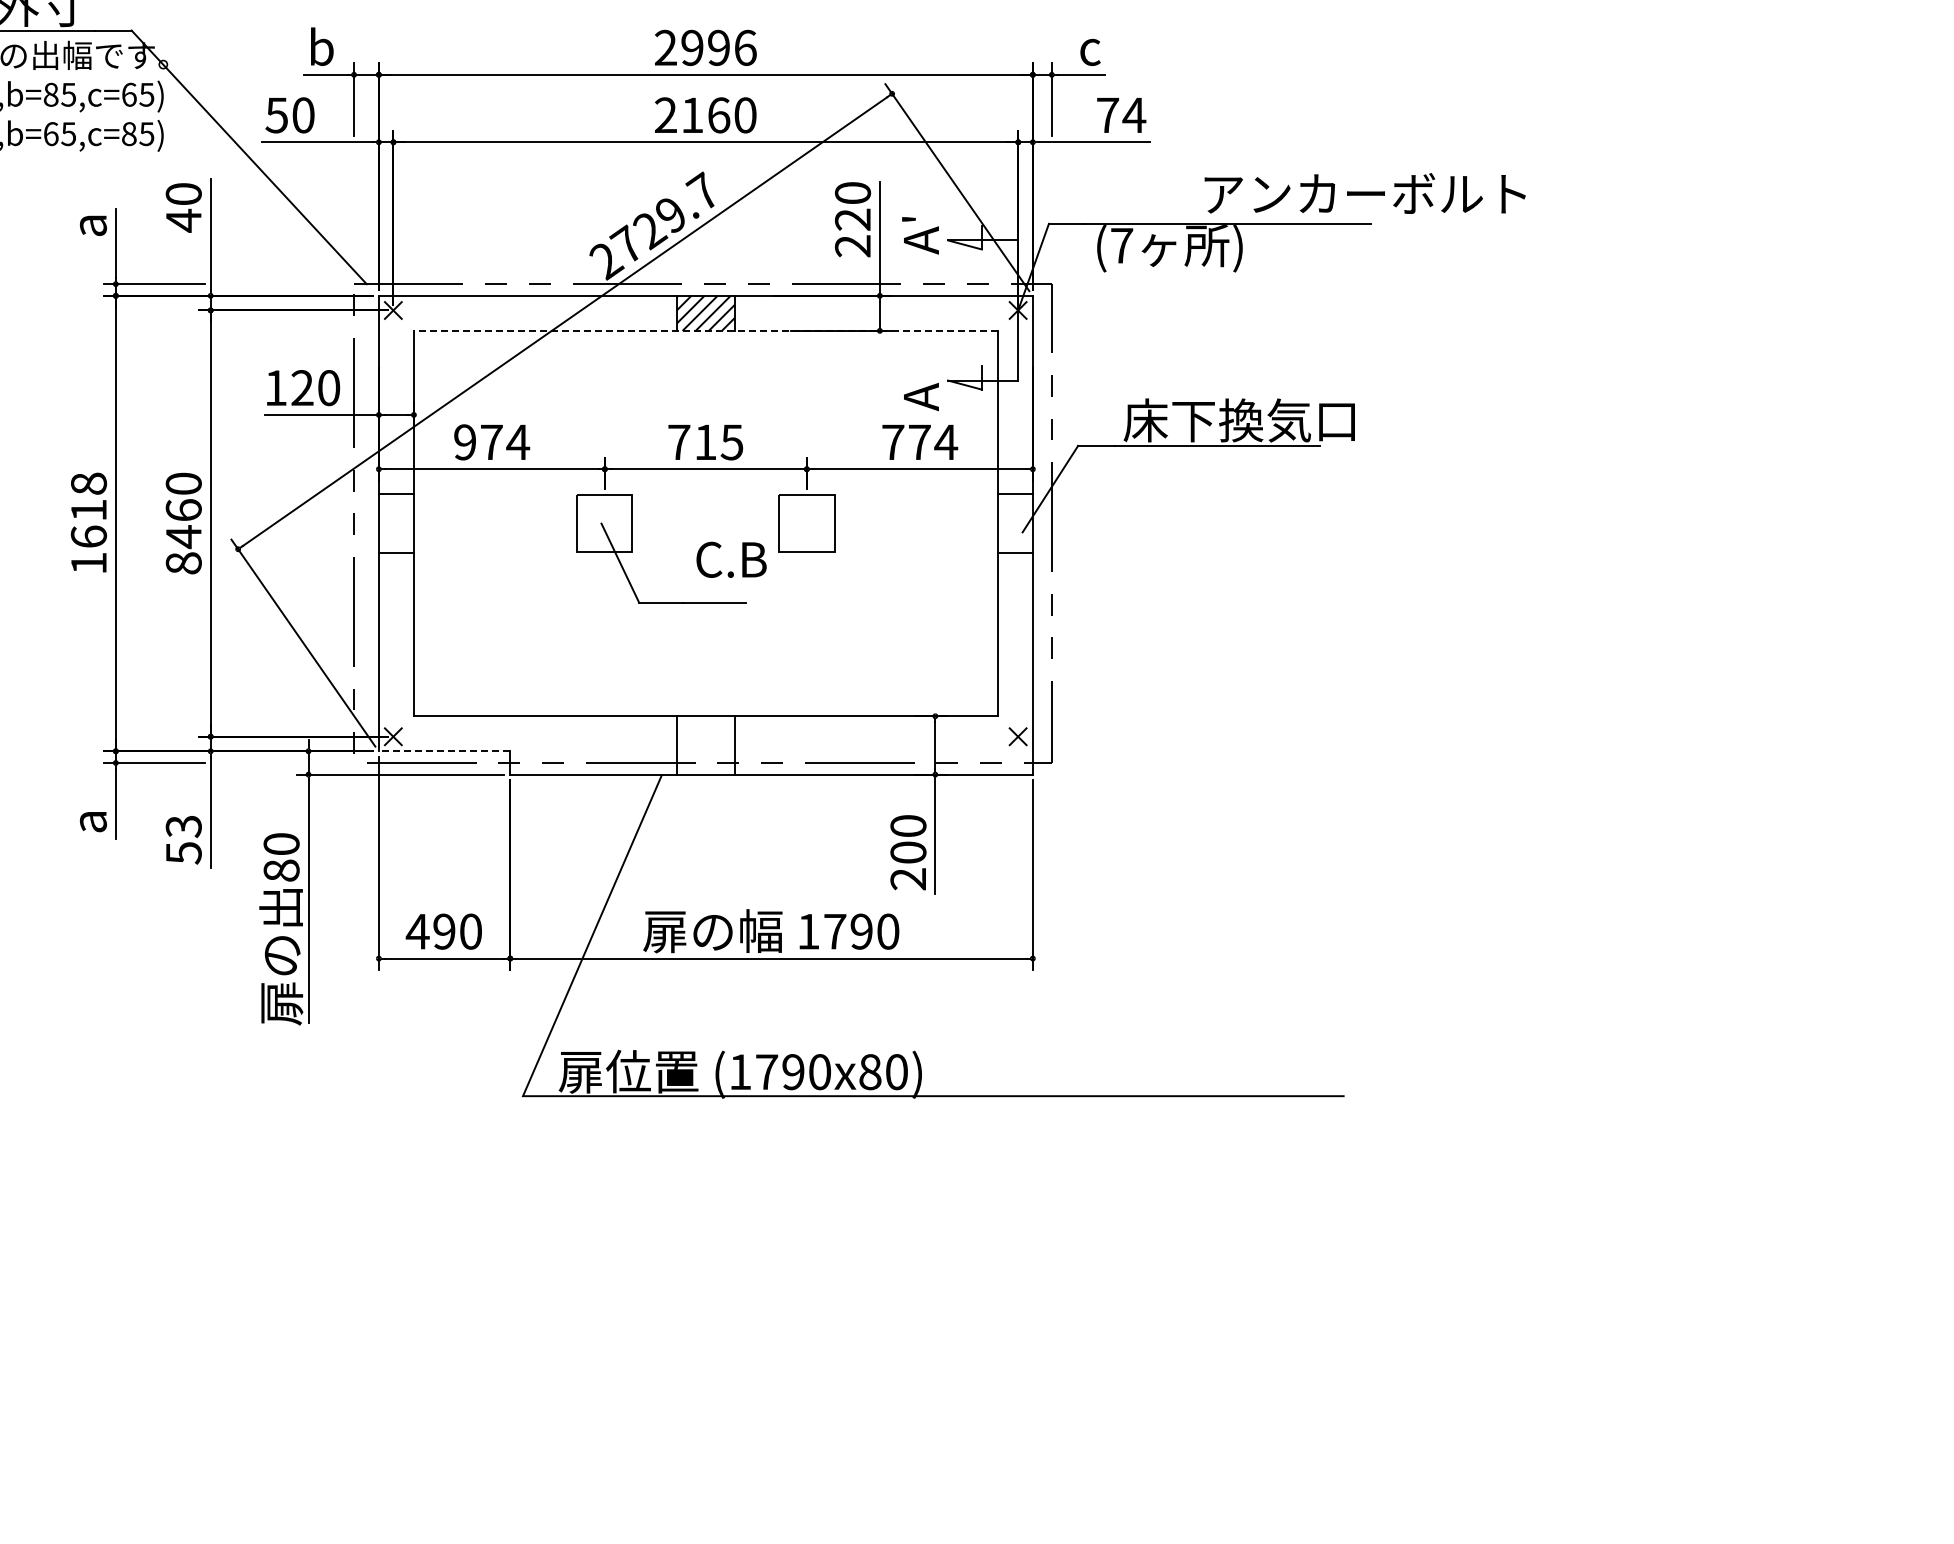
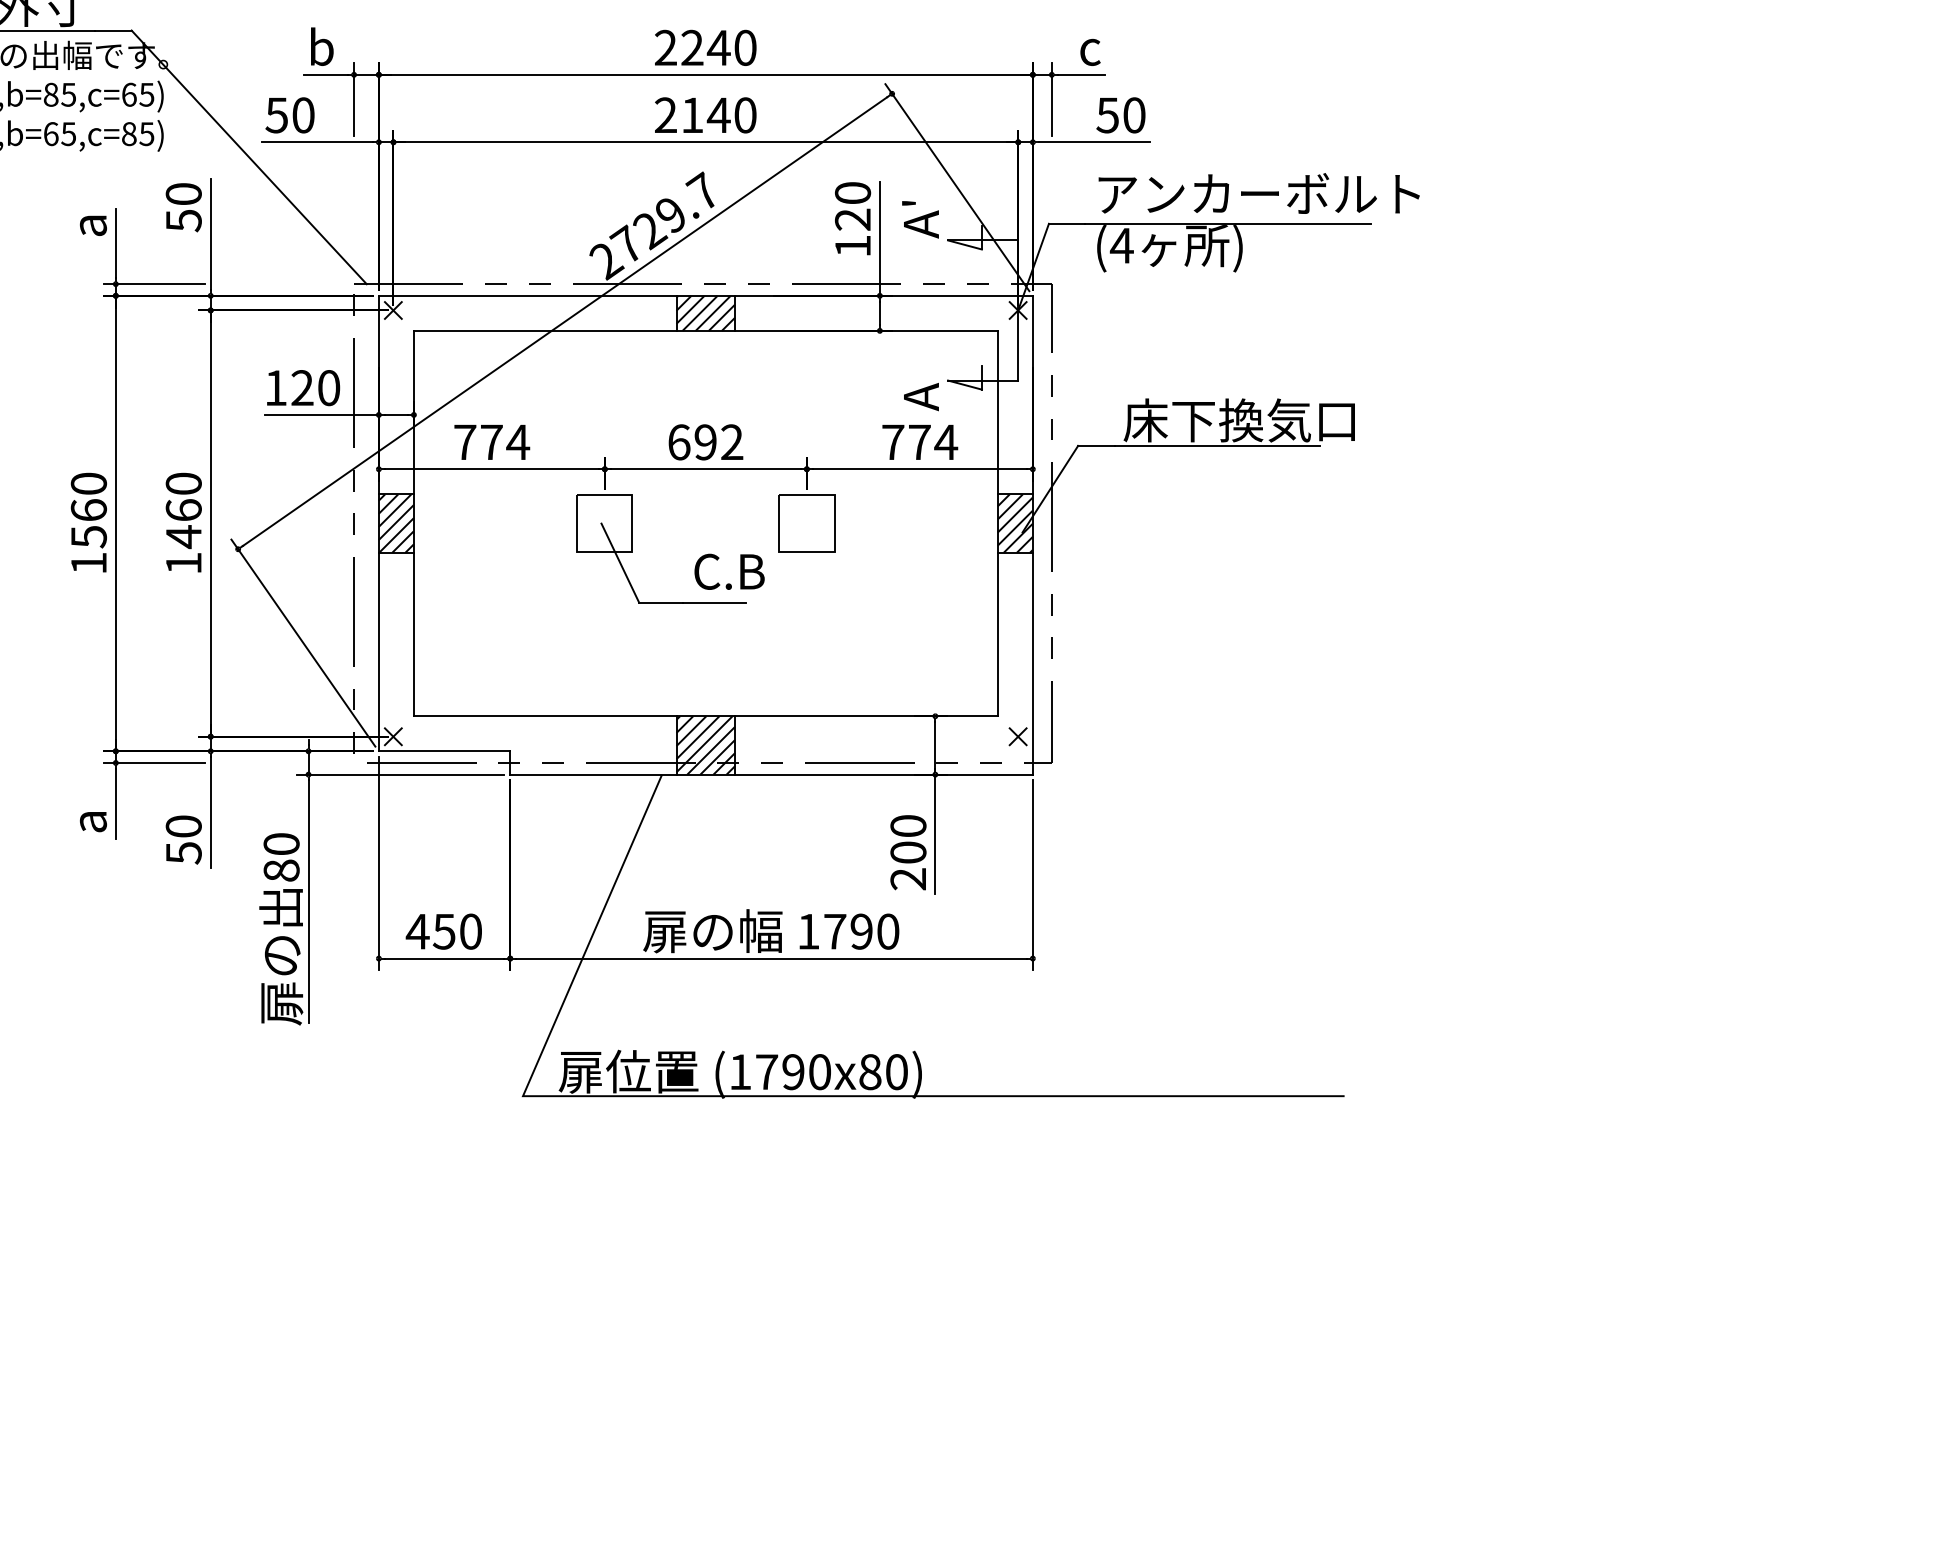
text at (718, 47): 2996 -> 2240
text at (718, 115): 2160 -> 2140
text at (1121, 115): 74 -> 50
text at (1364, 193) position: (1364, 193) -> (1258, 193)
text at (183, 220): 40 -> 50
text at (920, 235) position: (920, 235) -> (920, 219)
text at (1121, 245): (7 -> (4
text at (852, 246): 220 -> 120
line at (705, 330): dashed -> solid
text at (465, 442): 974 -> 774
text at (705, 442): 715 -> 692
text at (88, 510): 1618 -> 1560
hatch at (395, 523): none -> present
hatch at (1014, 523): none -> present
text at (731, 559) position: (731, 559) -> (729, 571)
text at (183, 563): 8460 -> 1460
hatch at (705, 745): none -> present
line at (444, 751): dashed -> solid
text at (183, 826): 53 -> 50
text at (443, 931): 490 -> 450
